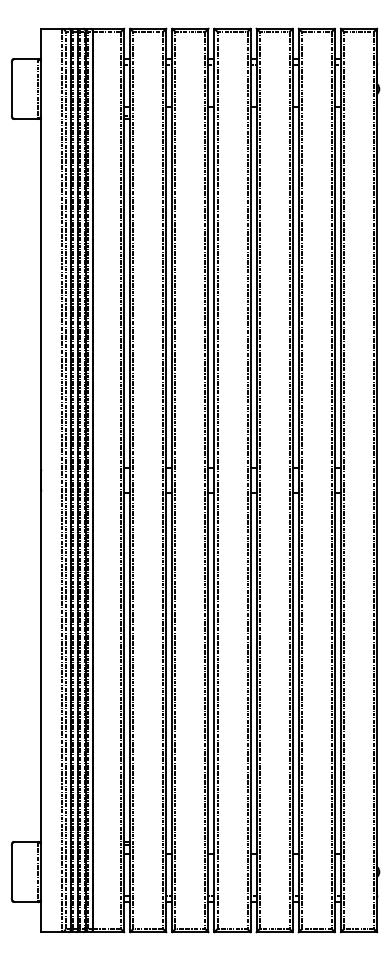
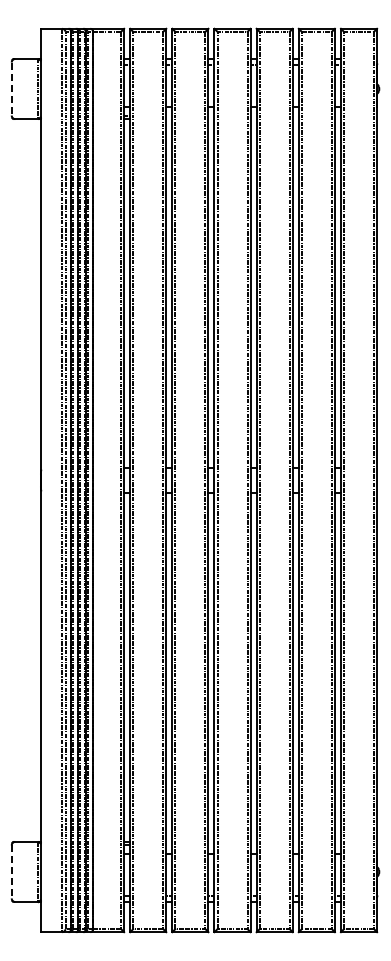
line at (11, 89): solid -> dashed
line at (11, 872): solid -> dashed
